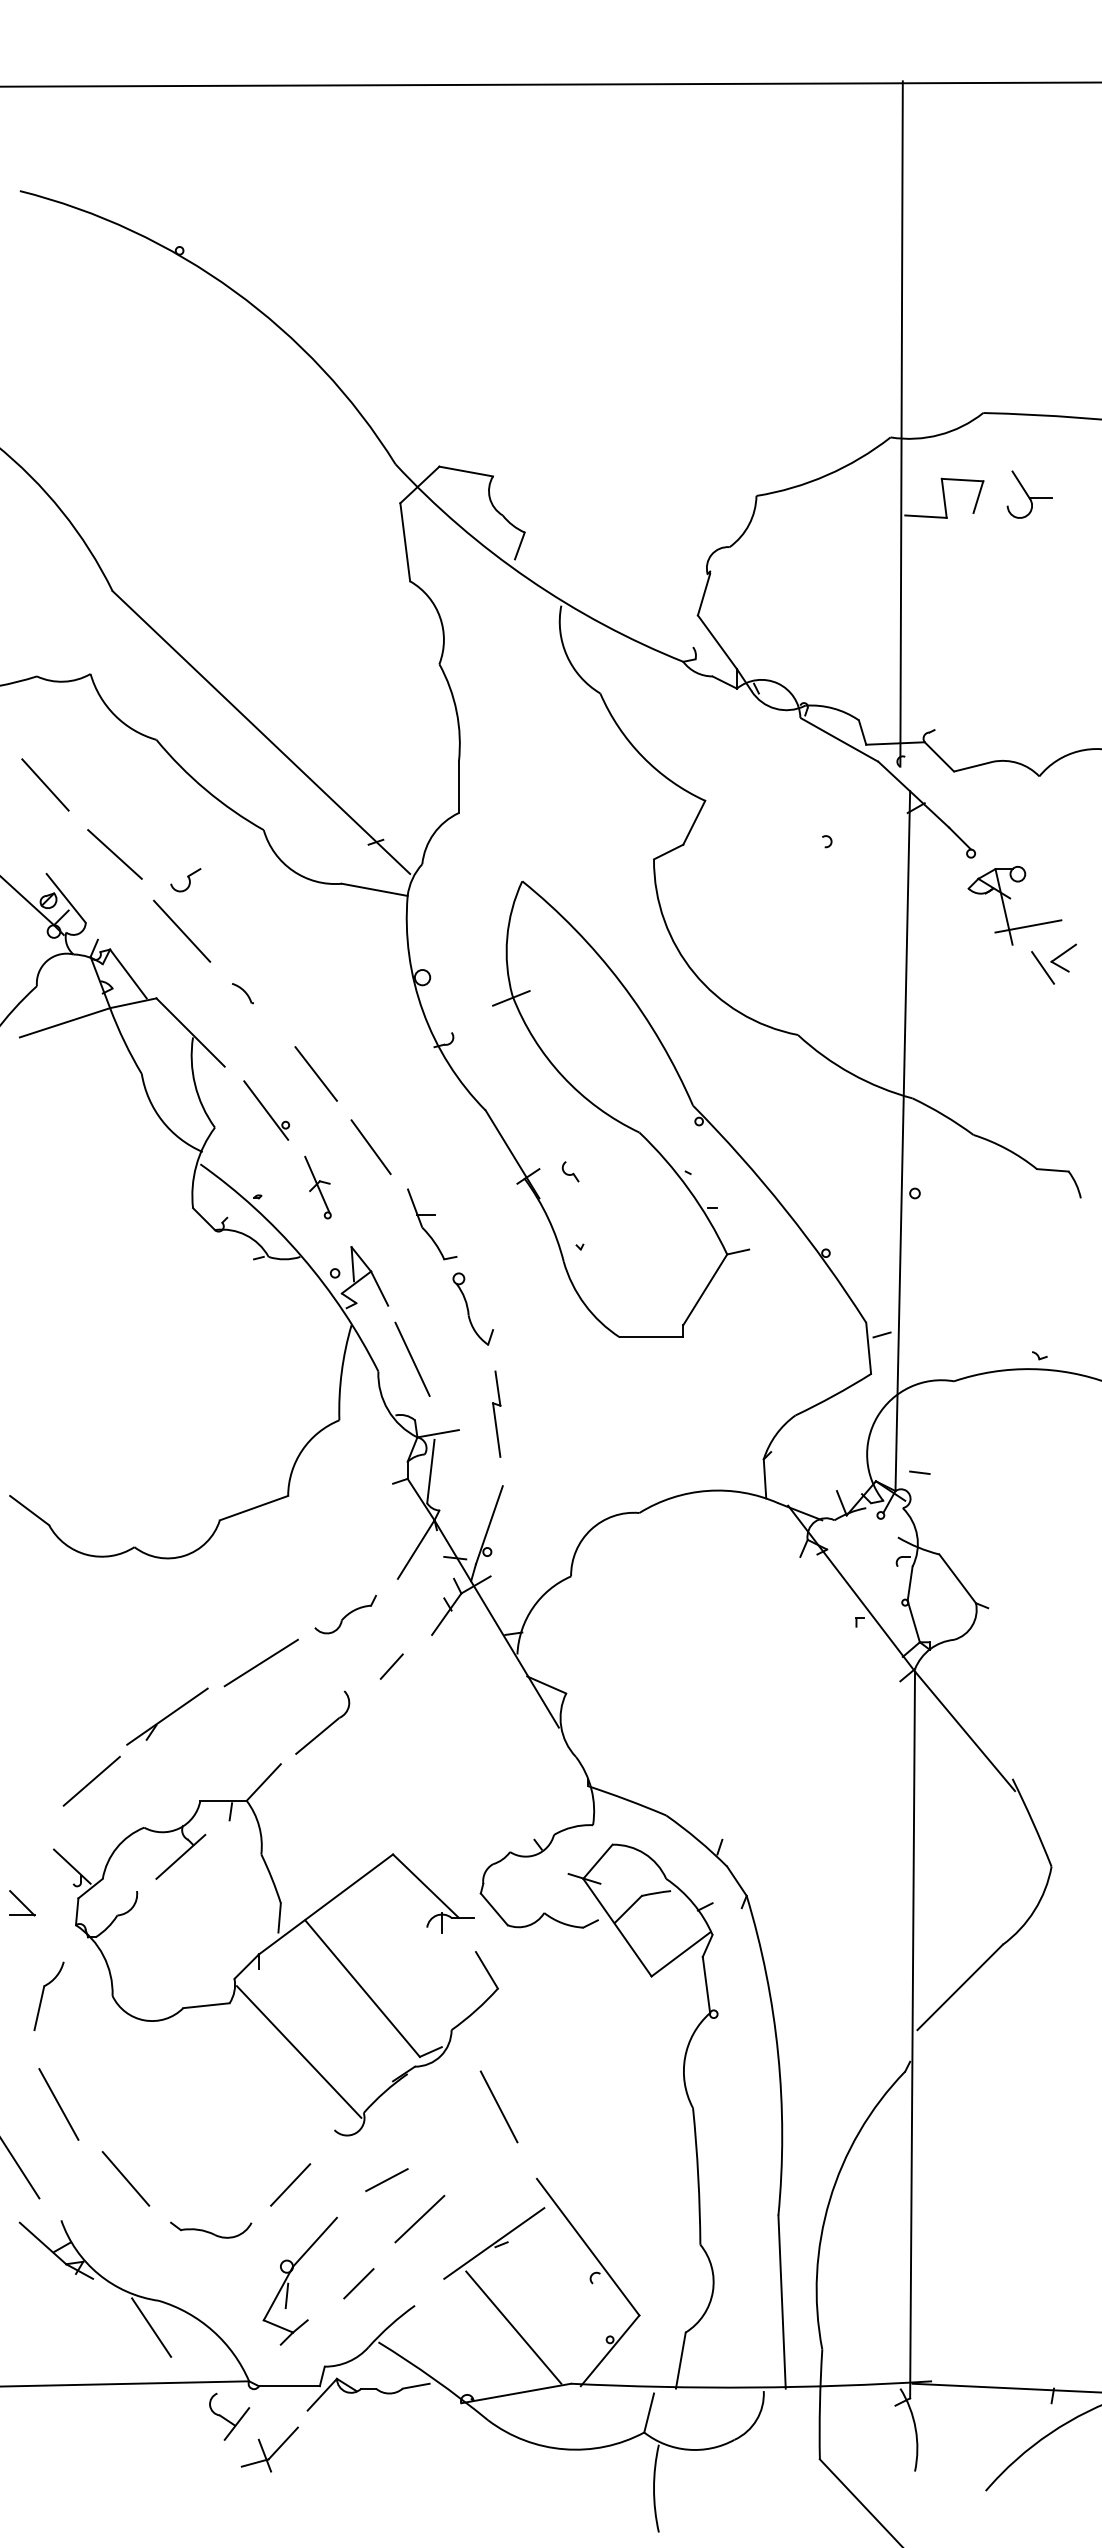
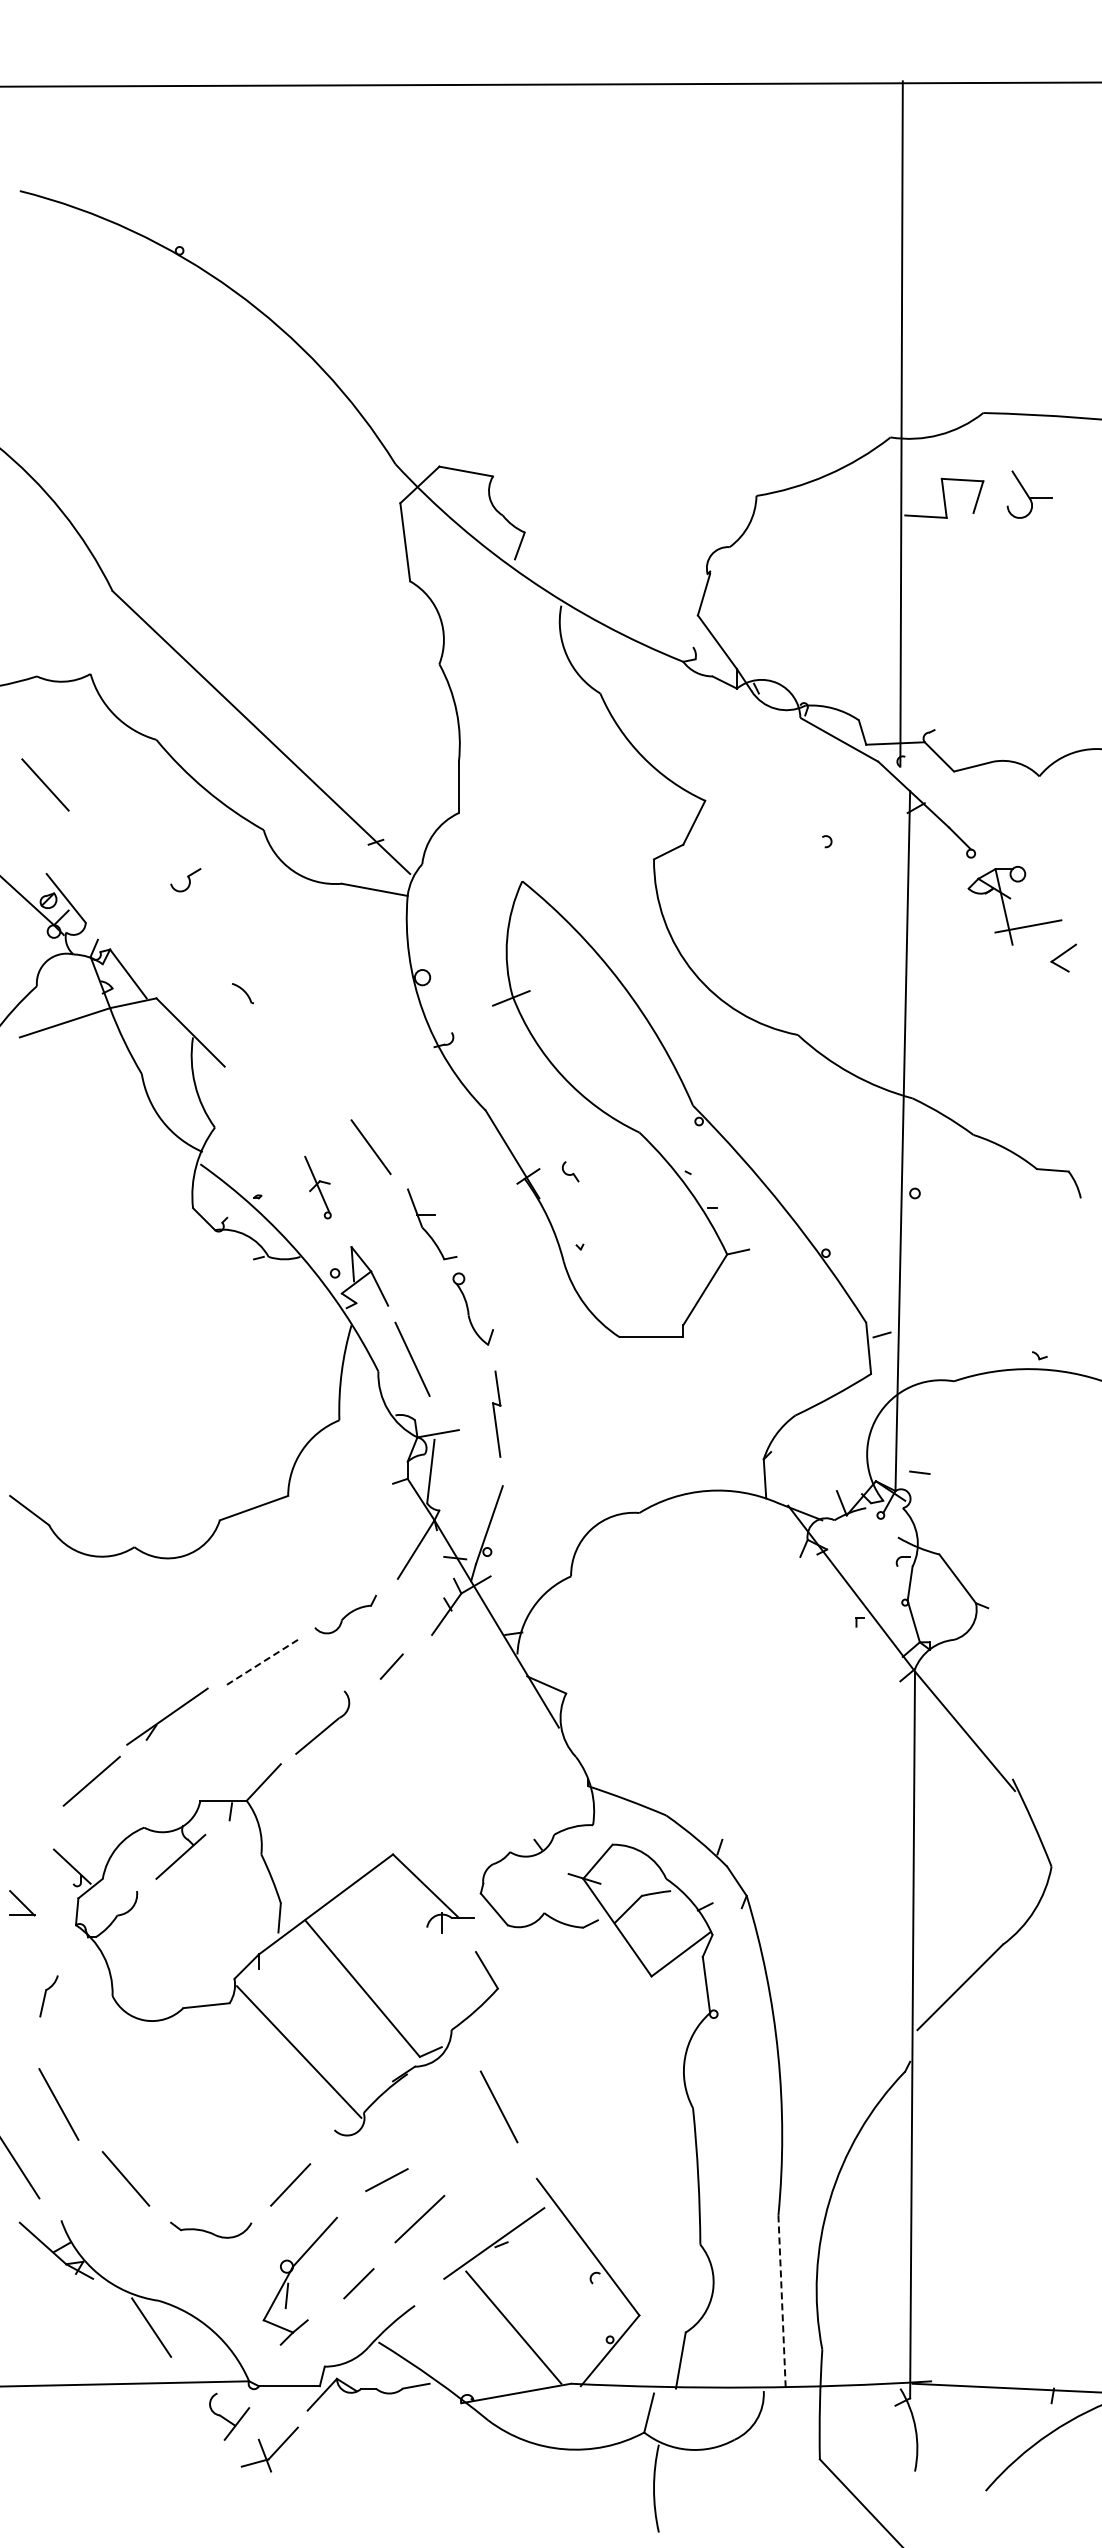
line at (114, 854): present -> none
line at (182, 930): present -> none
line at (1043, 967): present -> none
line at (315, 1073): present -> none
part at (266, 1110): present -> none
line at (260, 1663): solid -> dashed
part at (48, 1995) size: 32x70 px -> 20x43 px
line at (782, 2302): solid -> dashed
